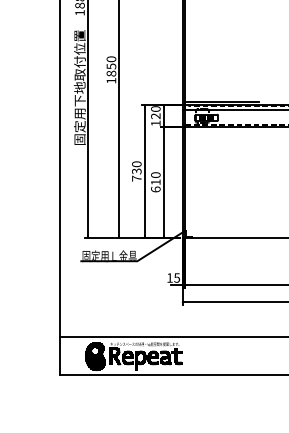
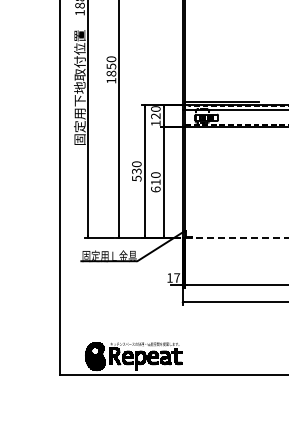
text at (136, 178): 730 -> 530
line at (237, 237): solid -> dashed
text at (177, 277): 15 -> 17
line at (172, 337): present -> none
